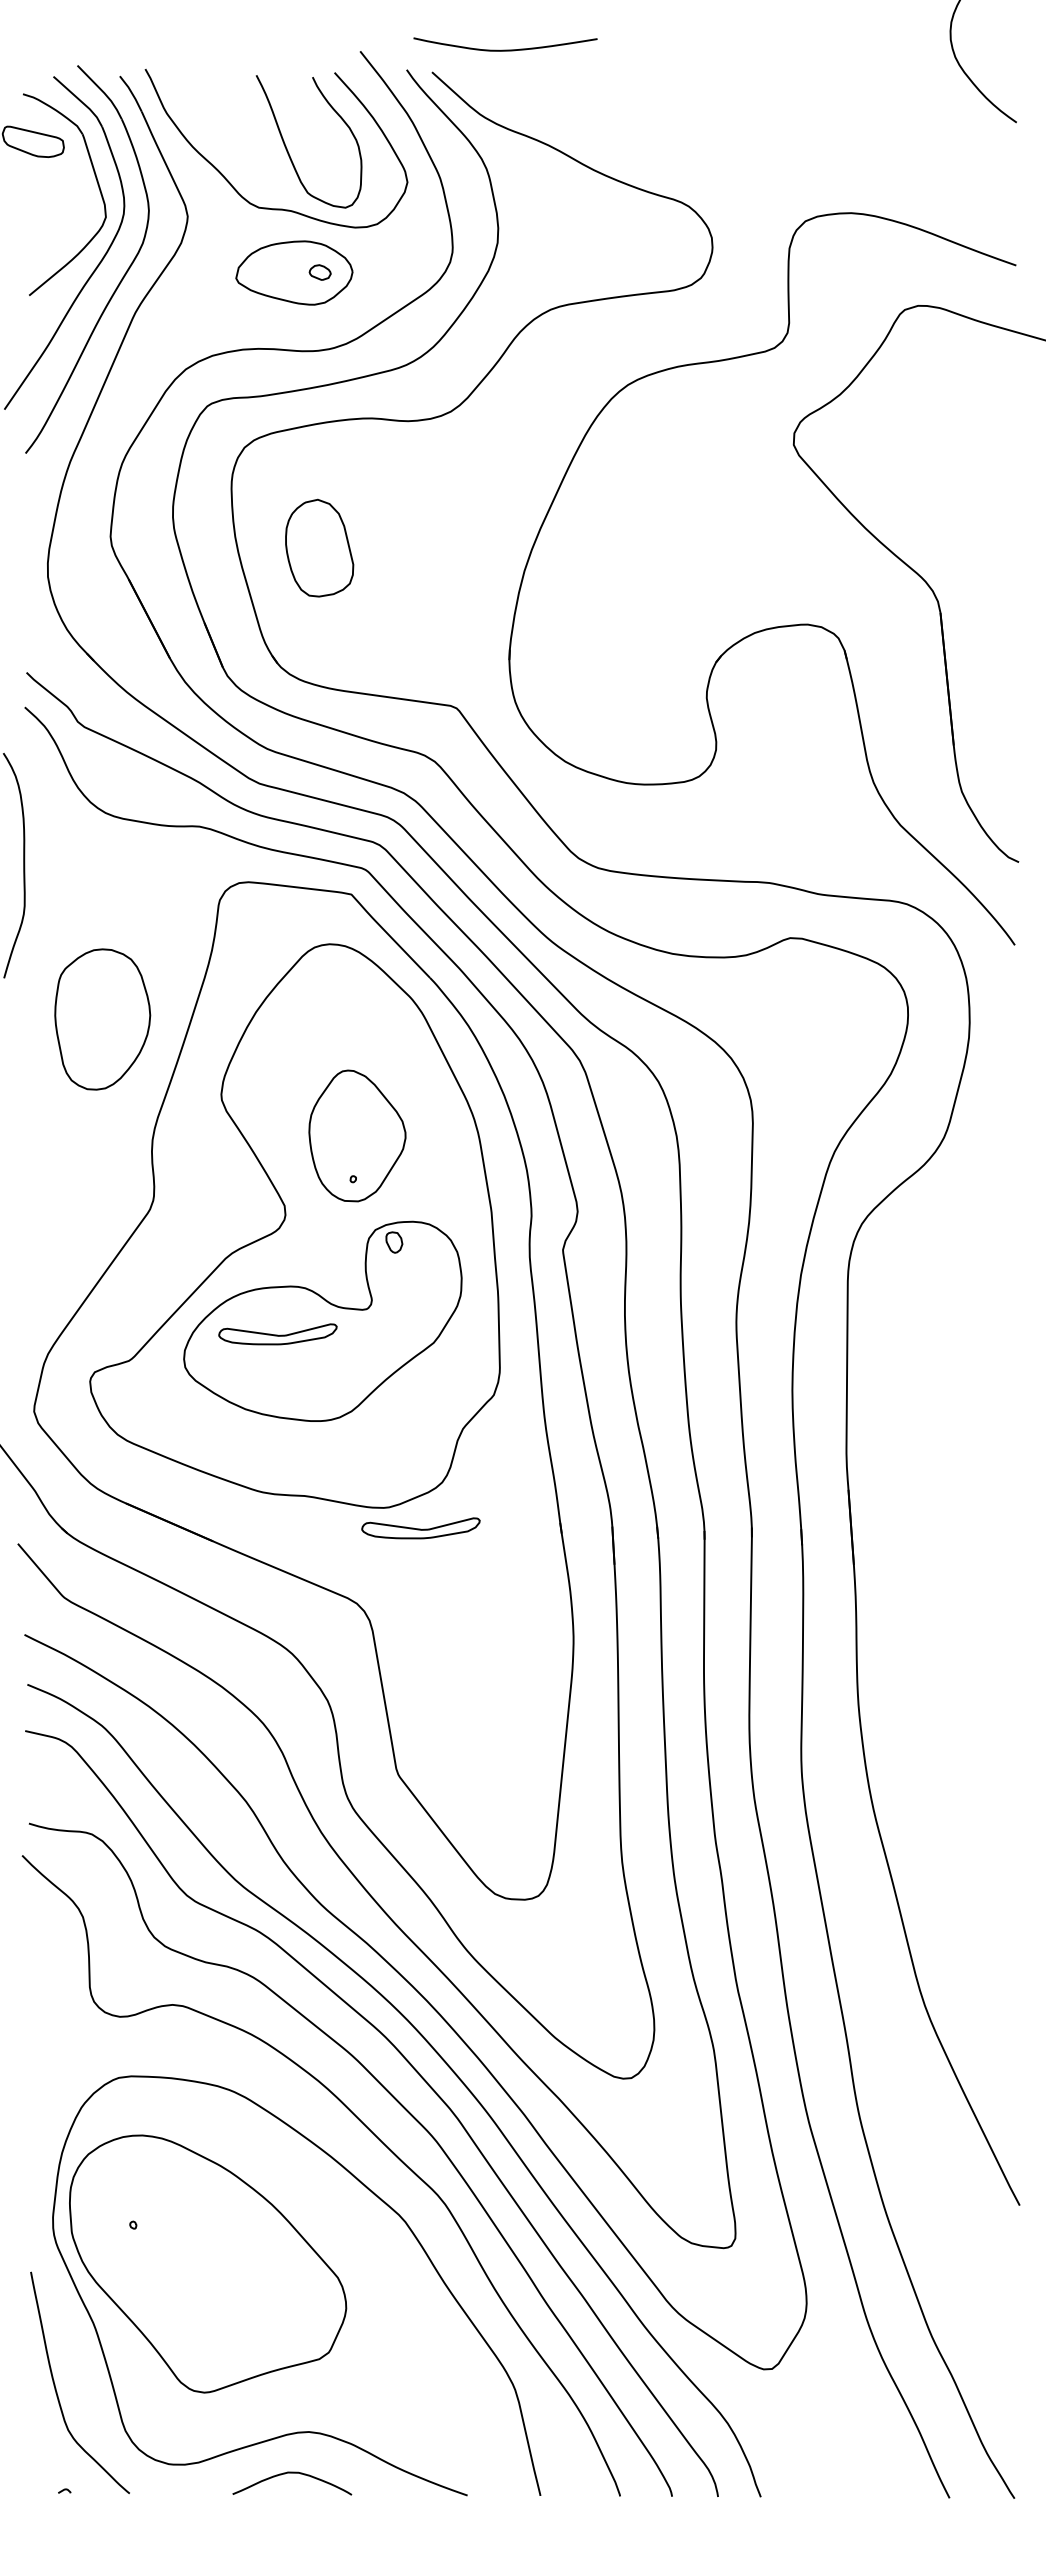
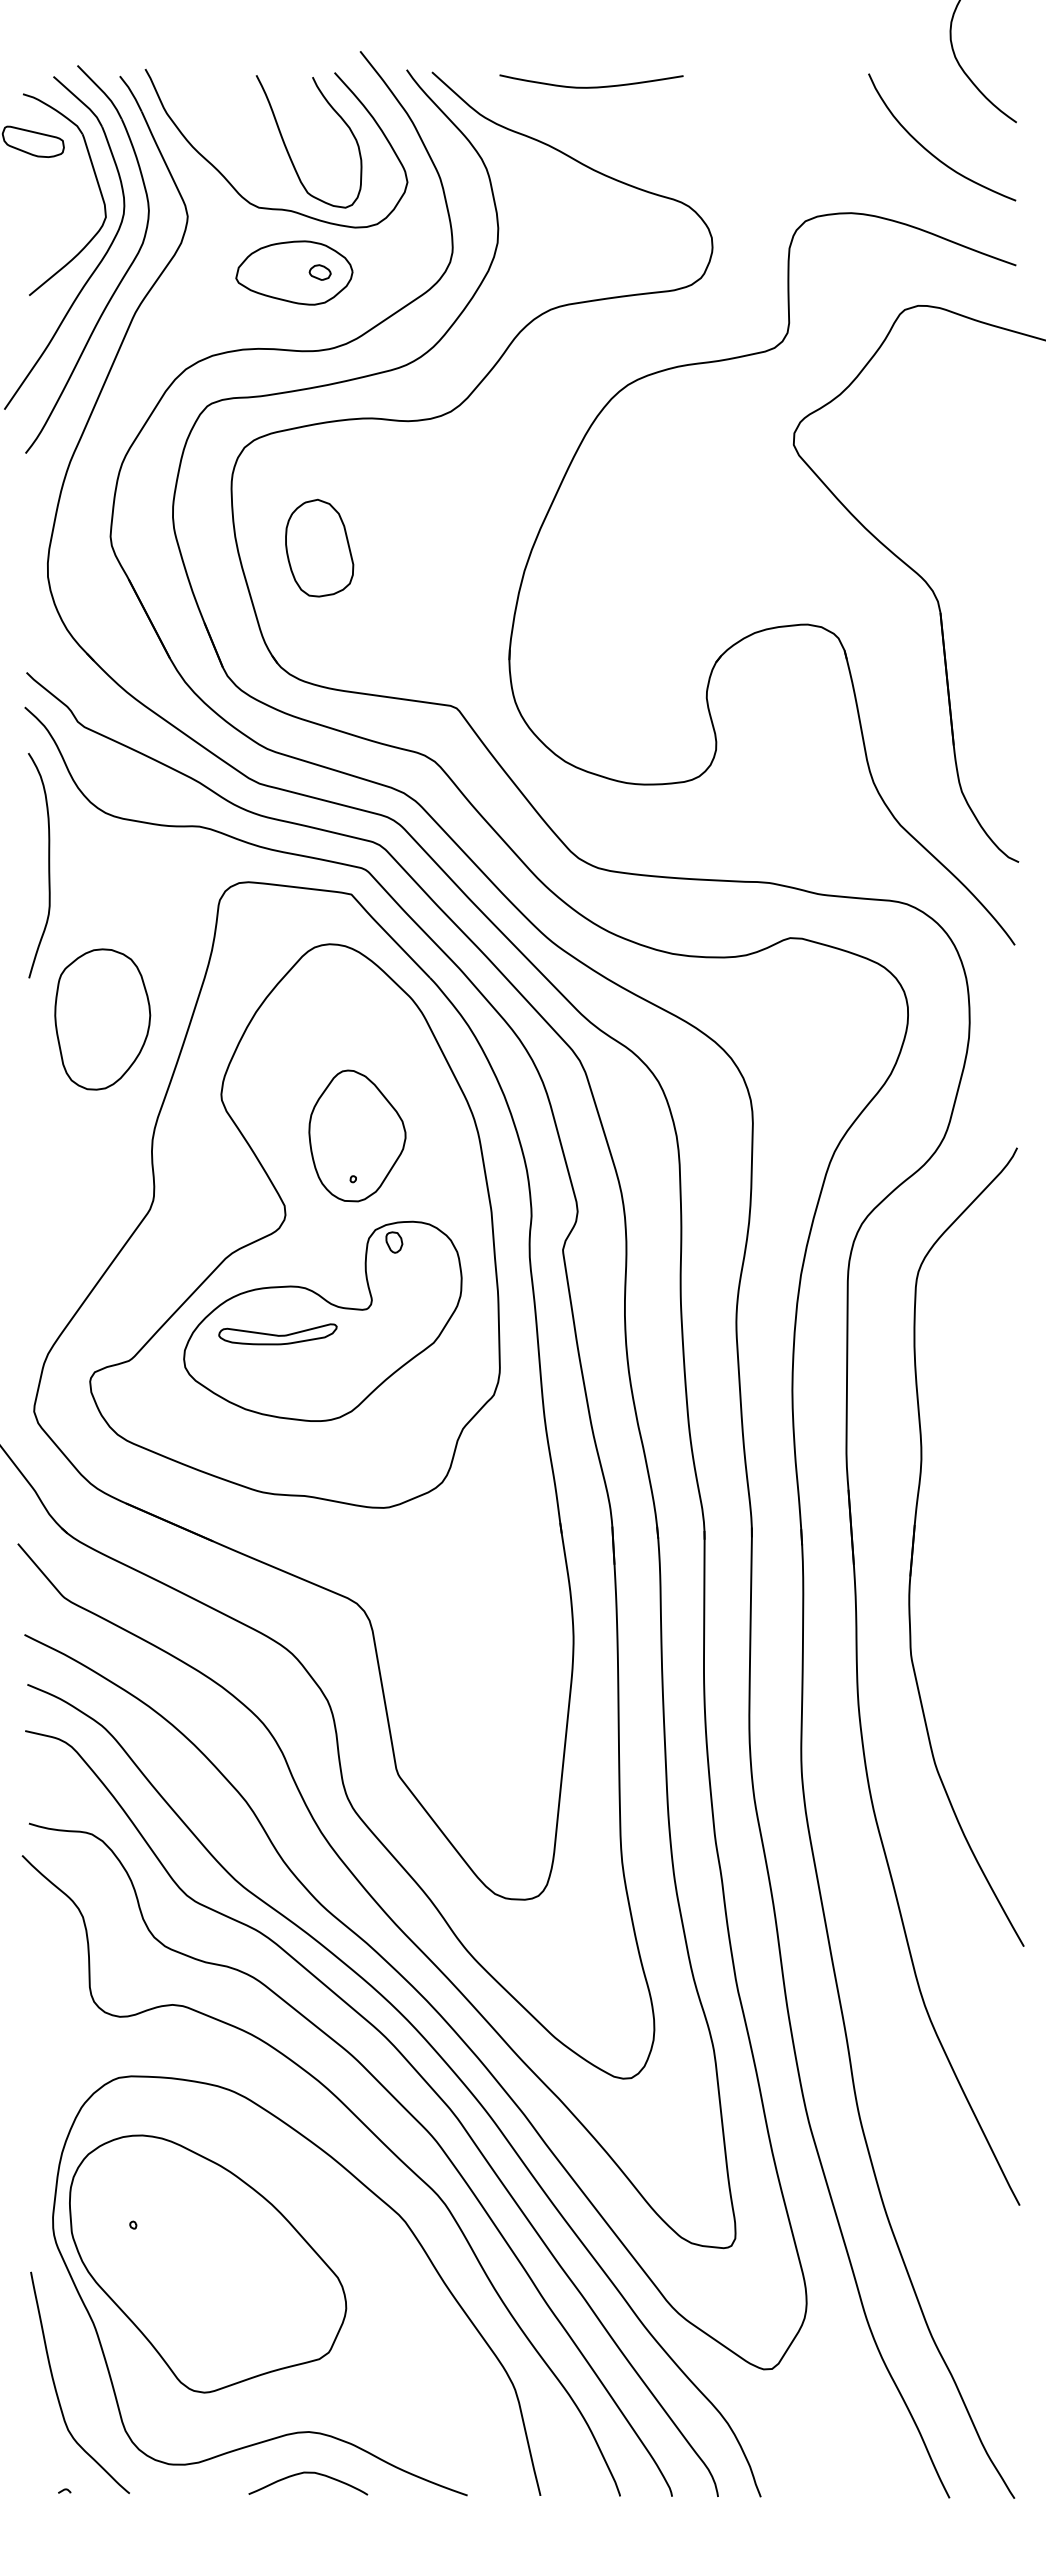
curve at (505, 49) position: (505, 49) -> (591, 86)
curve at (931, 152): none -> present
curve at (23, 865) position: (23, 865) -> (48, 865)
part at (420, 1528): present -> none
part at (914, 1543): none -> present
curve at (292, 2473) position: (292, 2473) -> (308, 2473)
